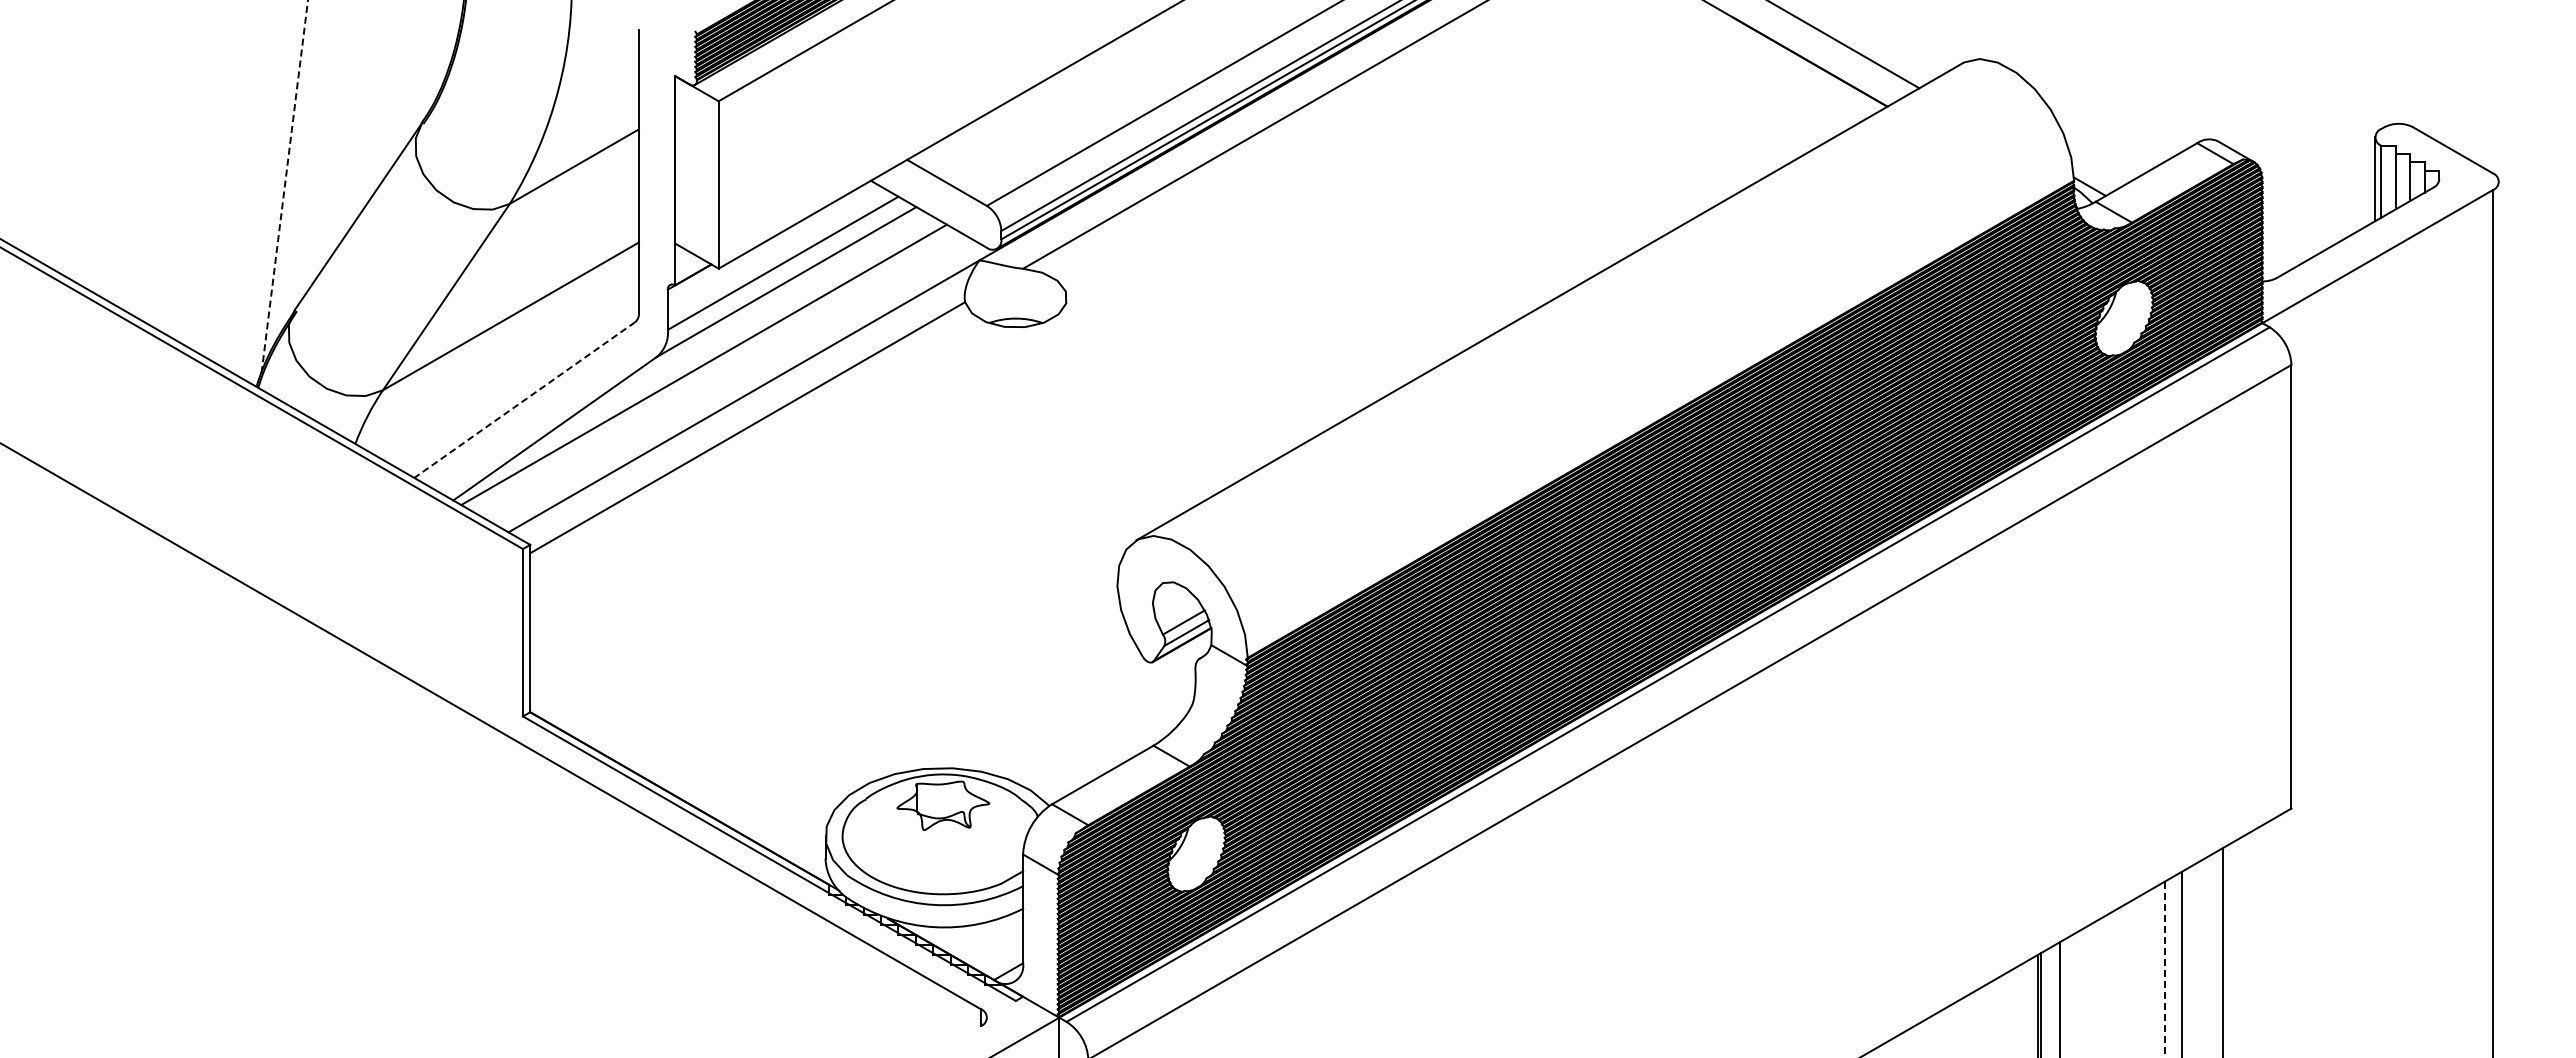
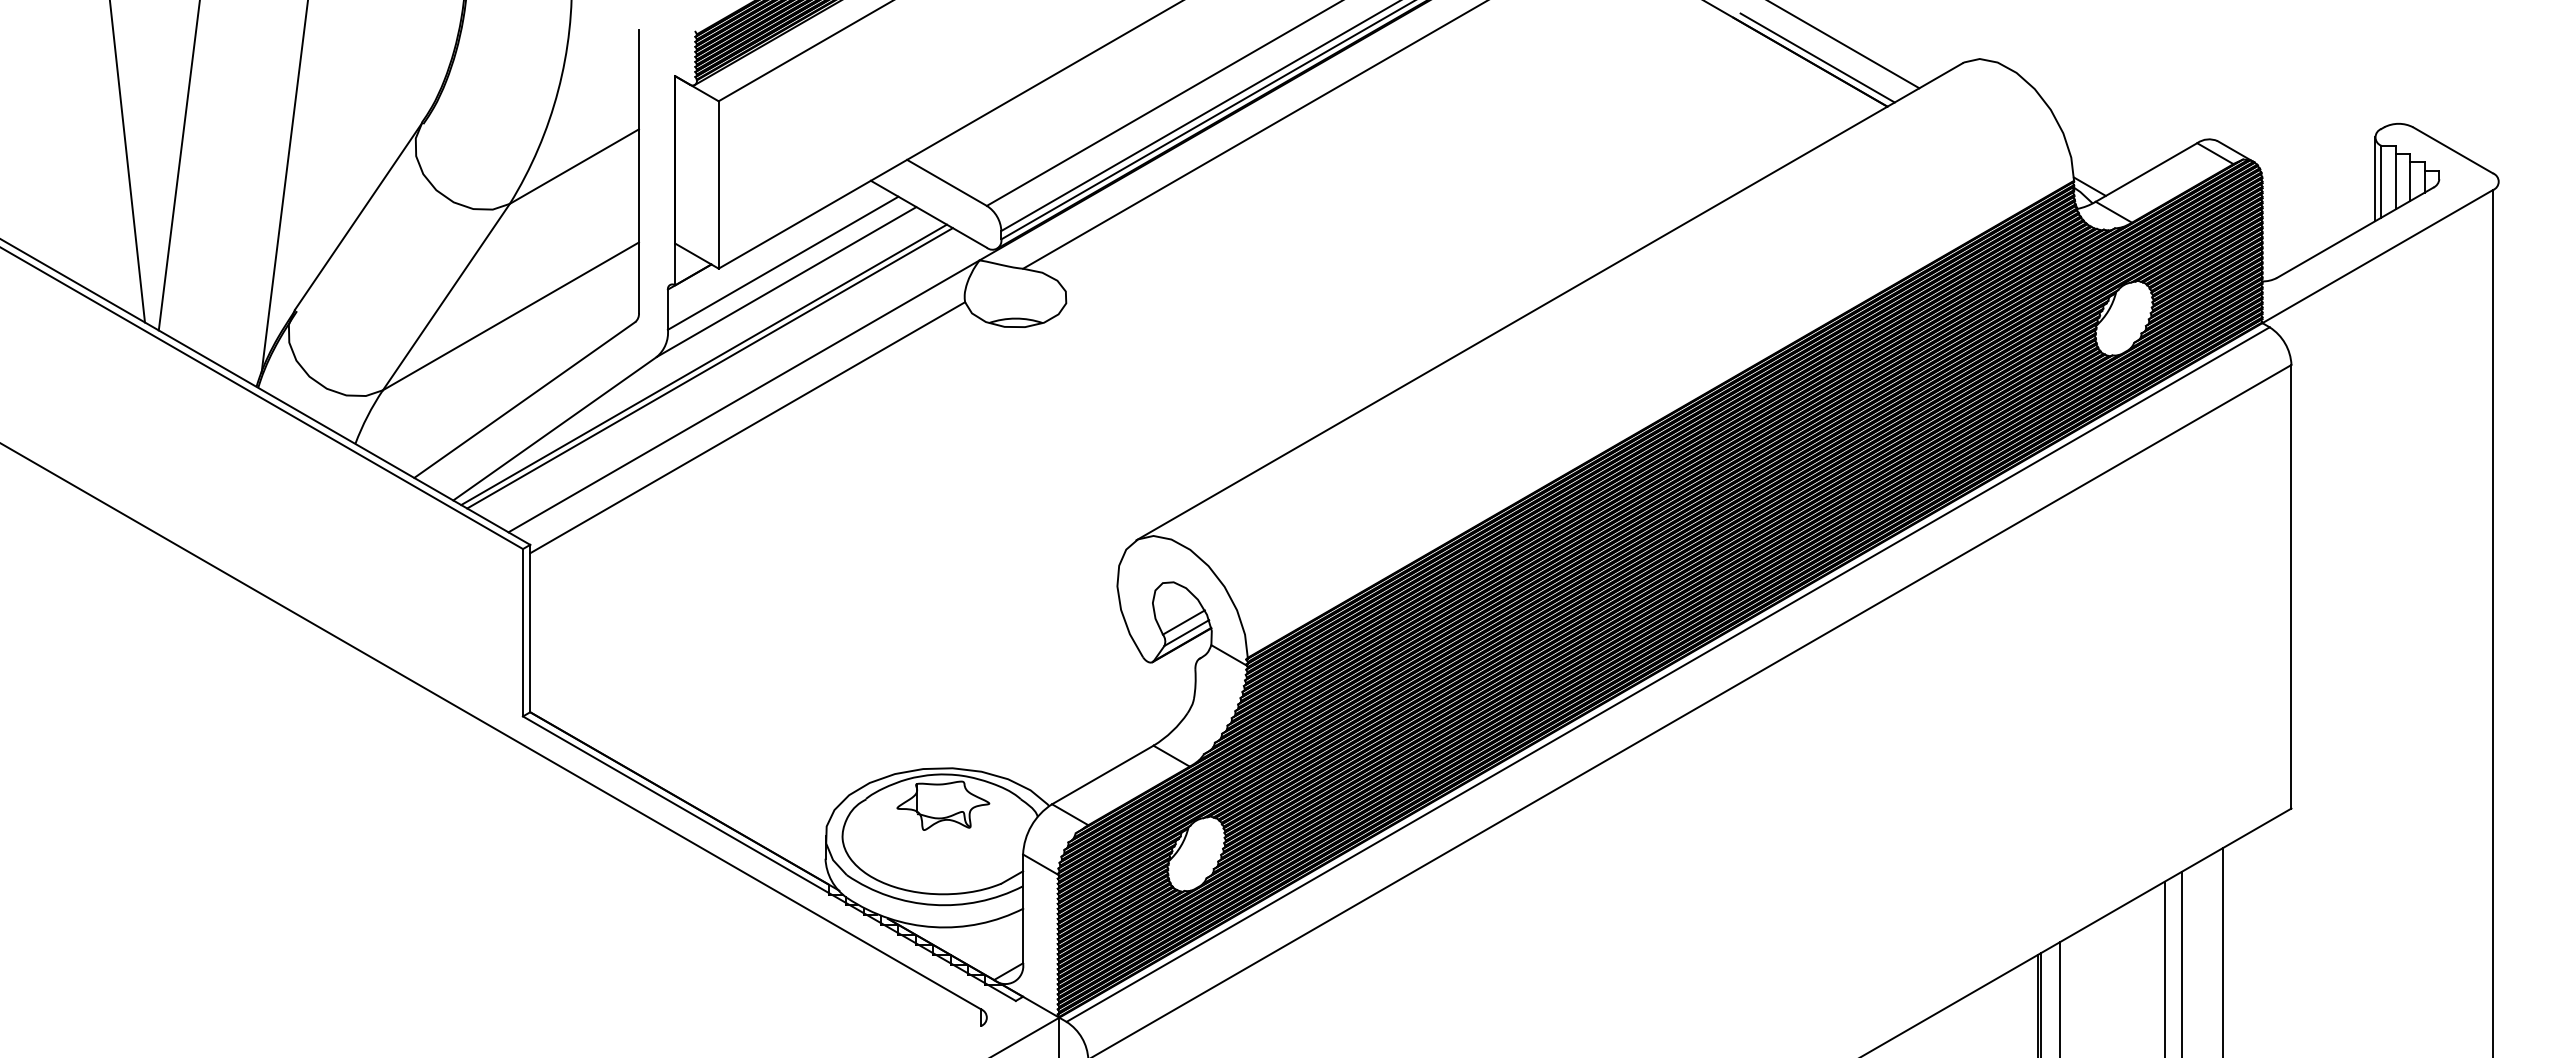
line at (1817, 57): none -> present
line at (127, 162): none -> present
line at (178, 166): none -> present
line at (284, 186): dashed -> solid
line at (709, 368): none -> present
line at (524, 400): dashed -> solid
line at (2164, 969): dashed -> solid
